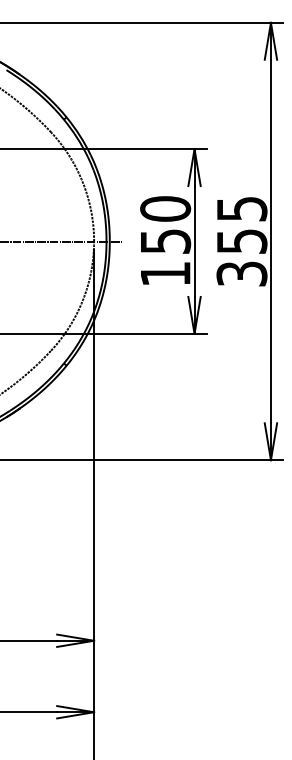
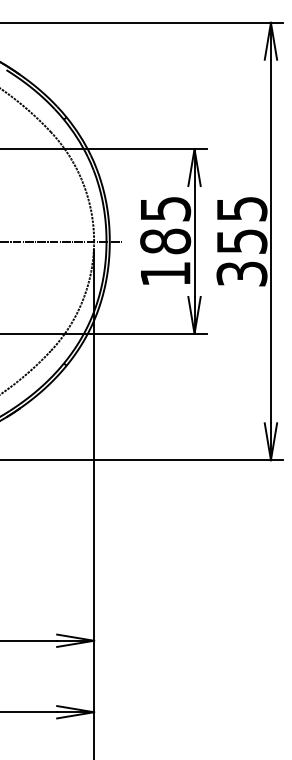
text at (165, 225): 150 -> 185
